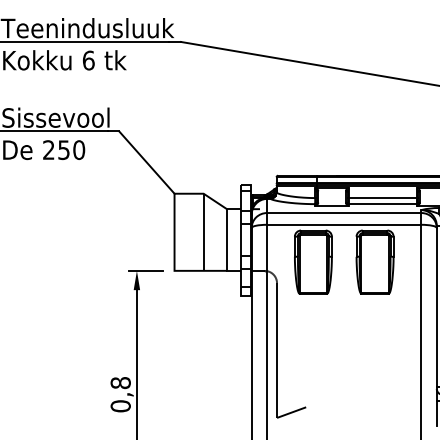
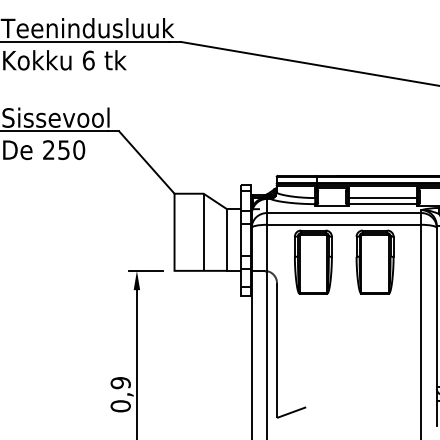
text at (120, 383): 0,8 -> 0,9
